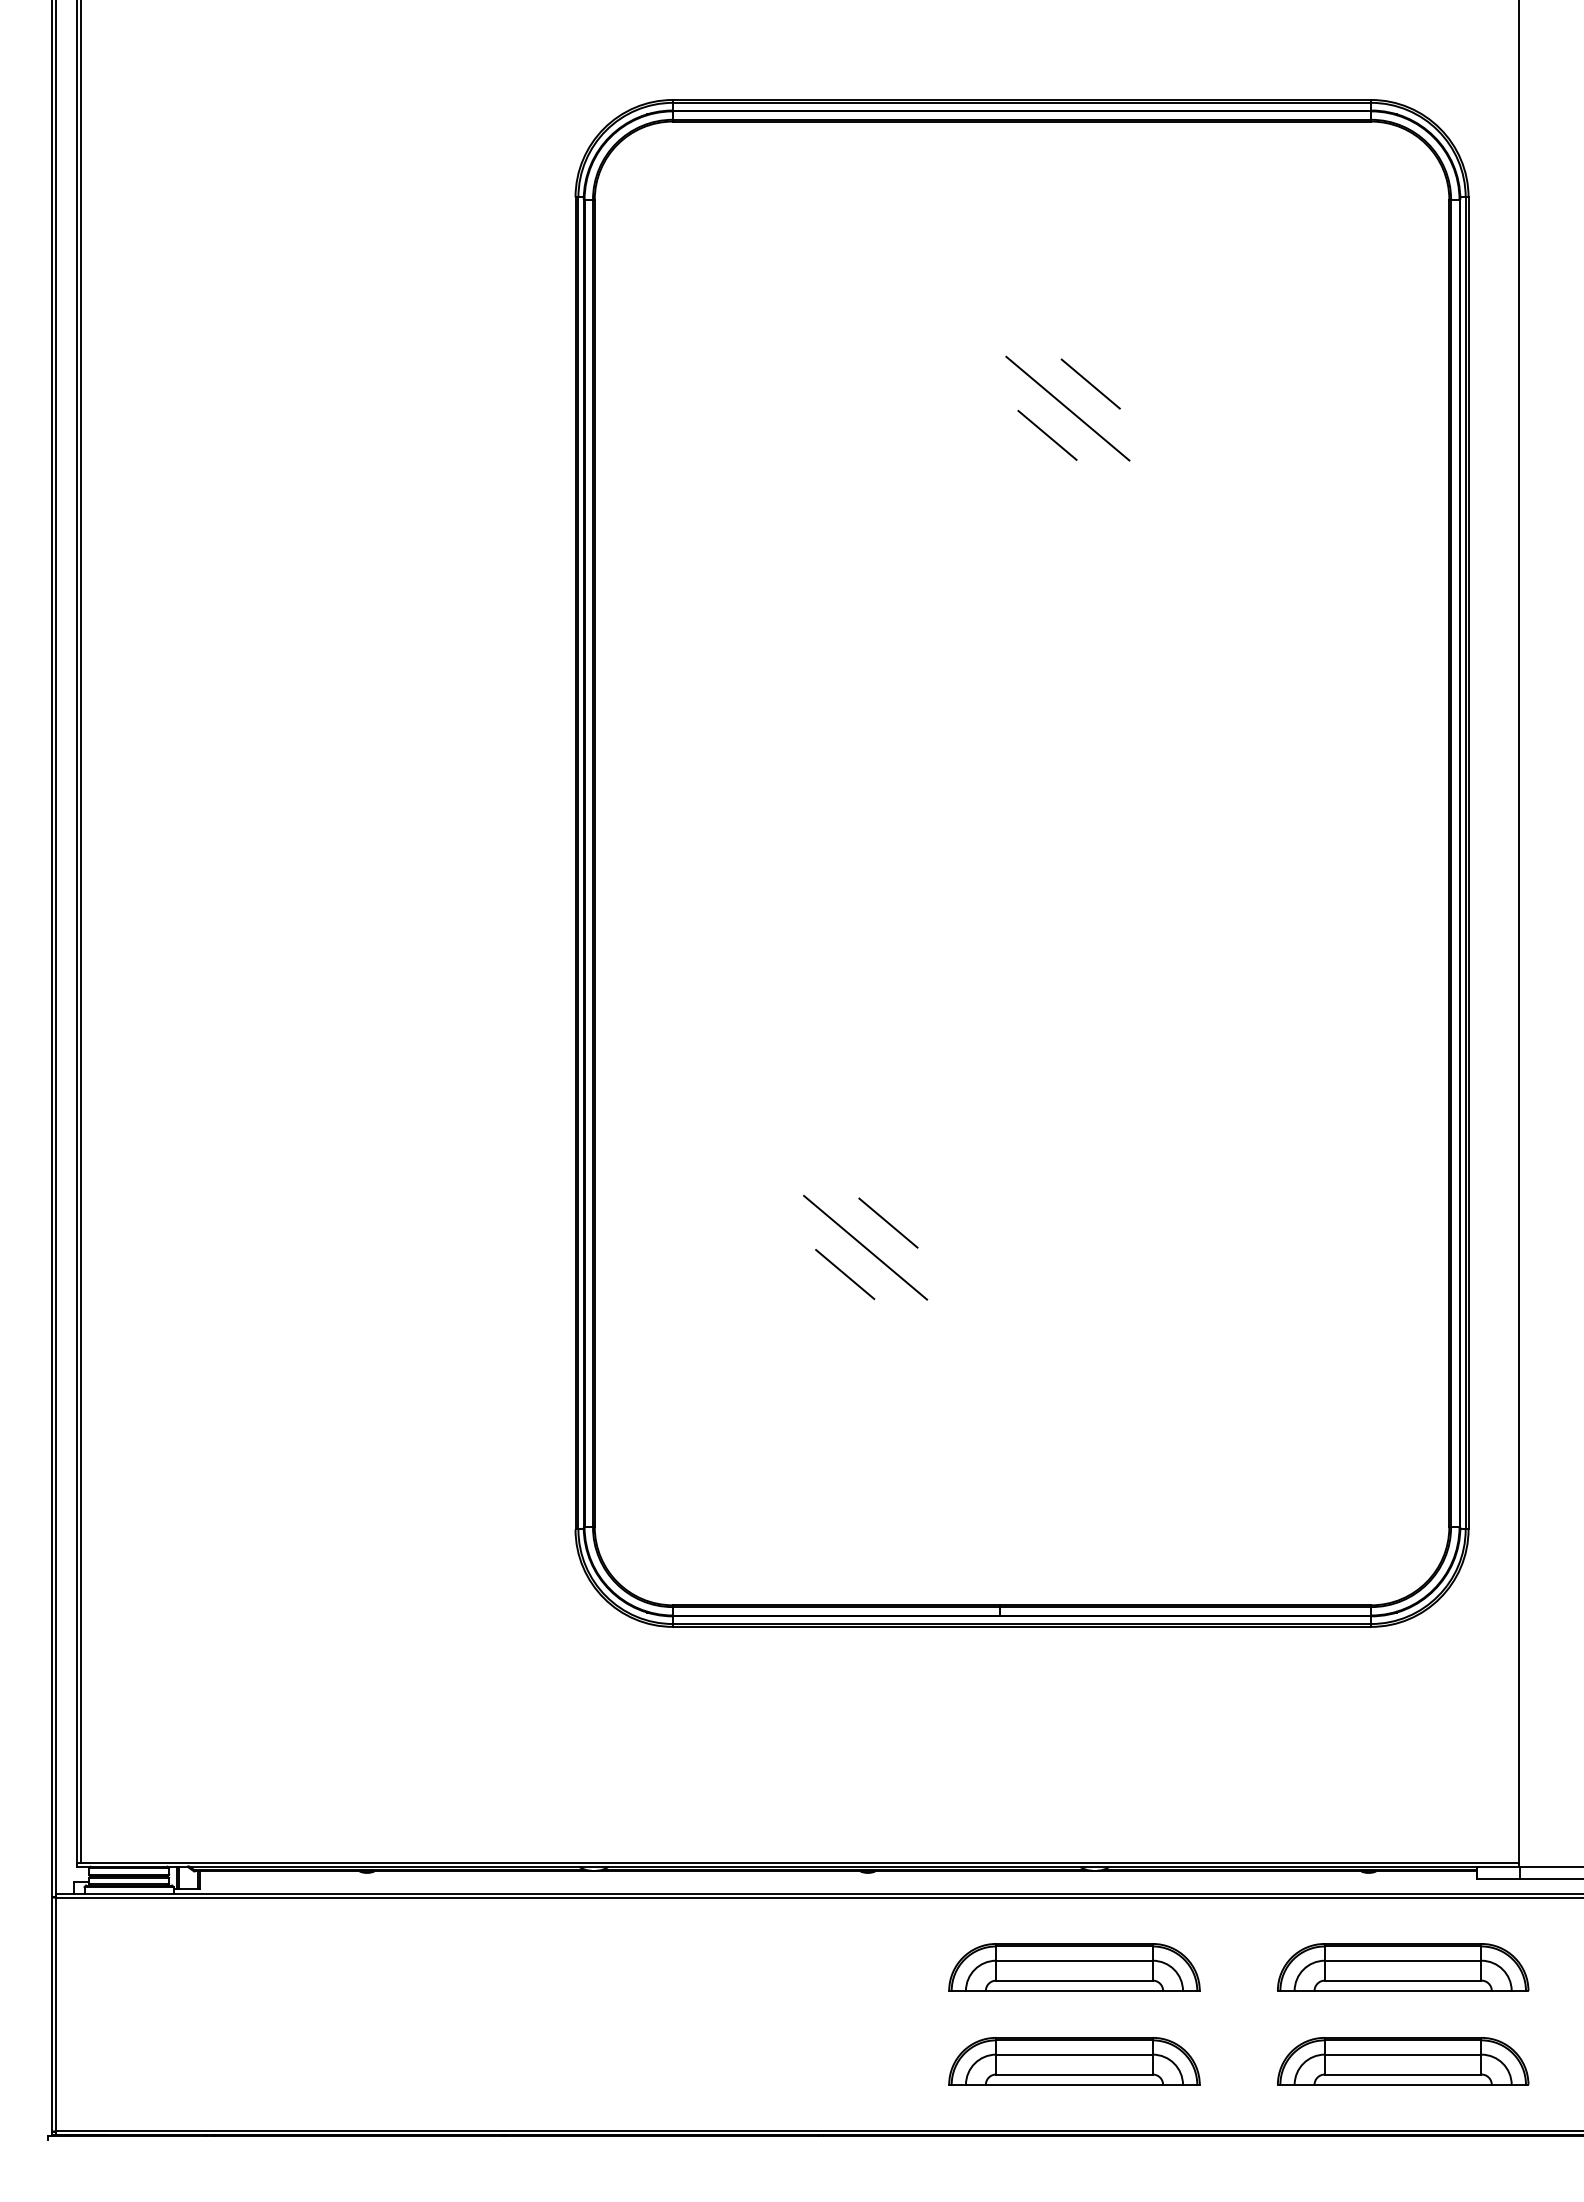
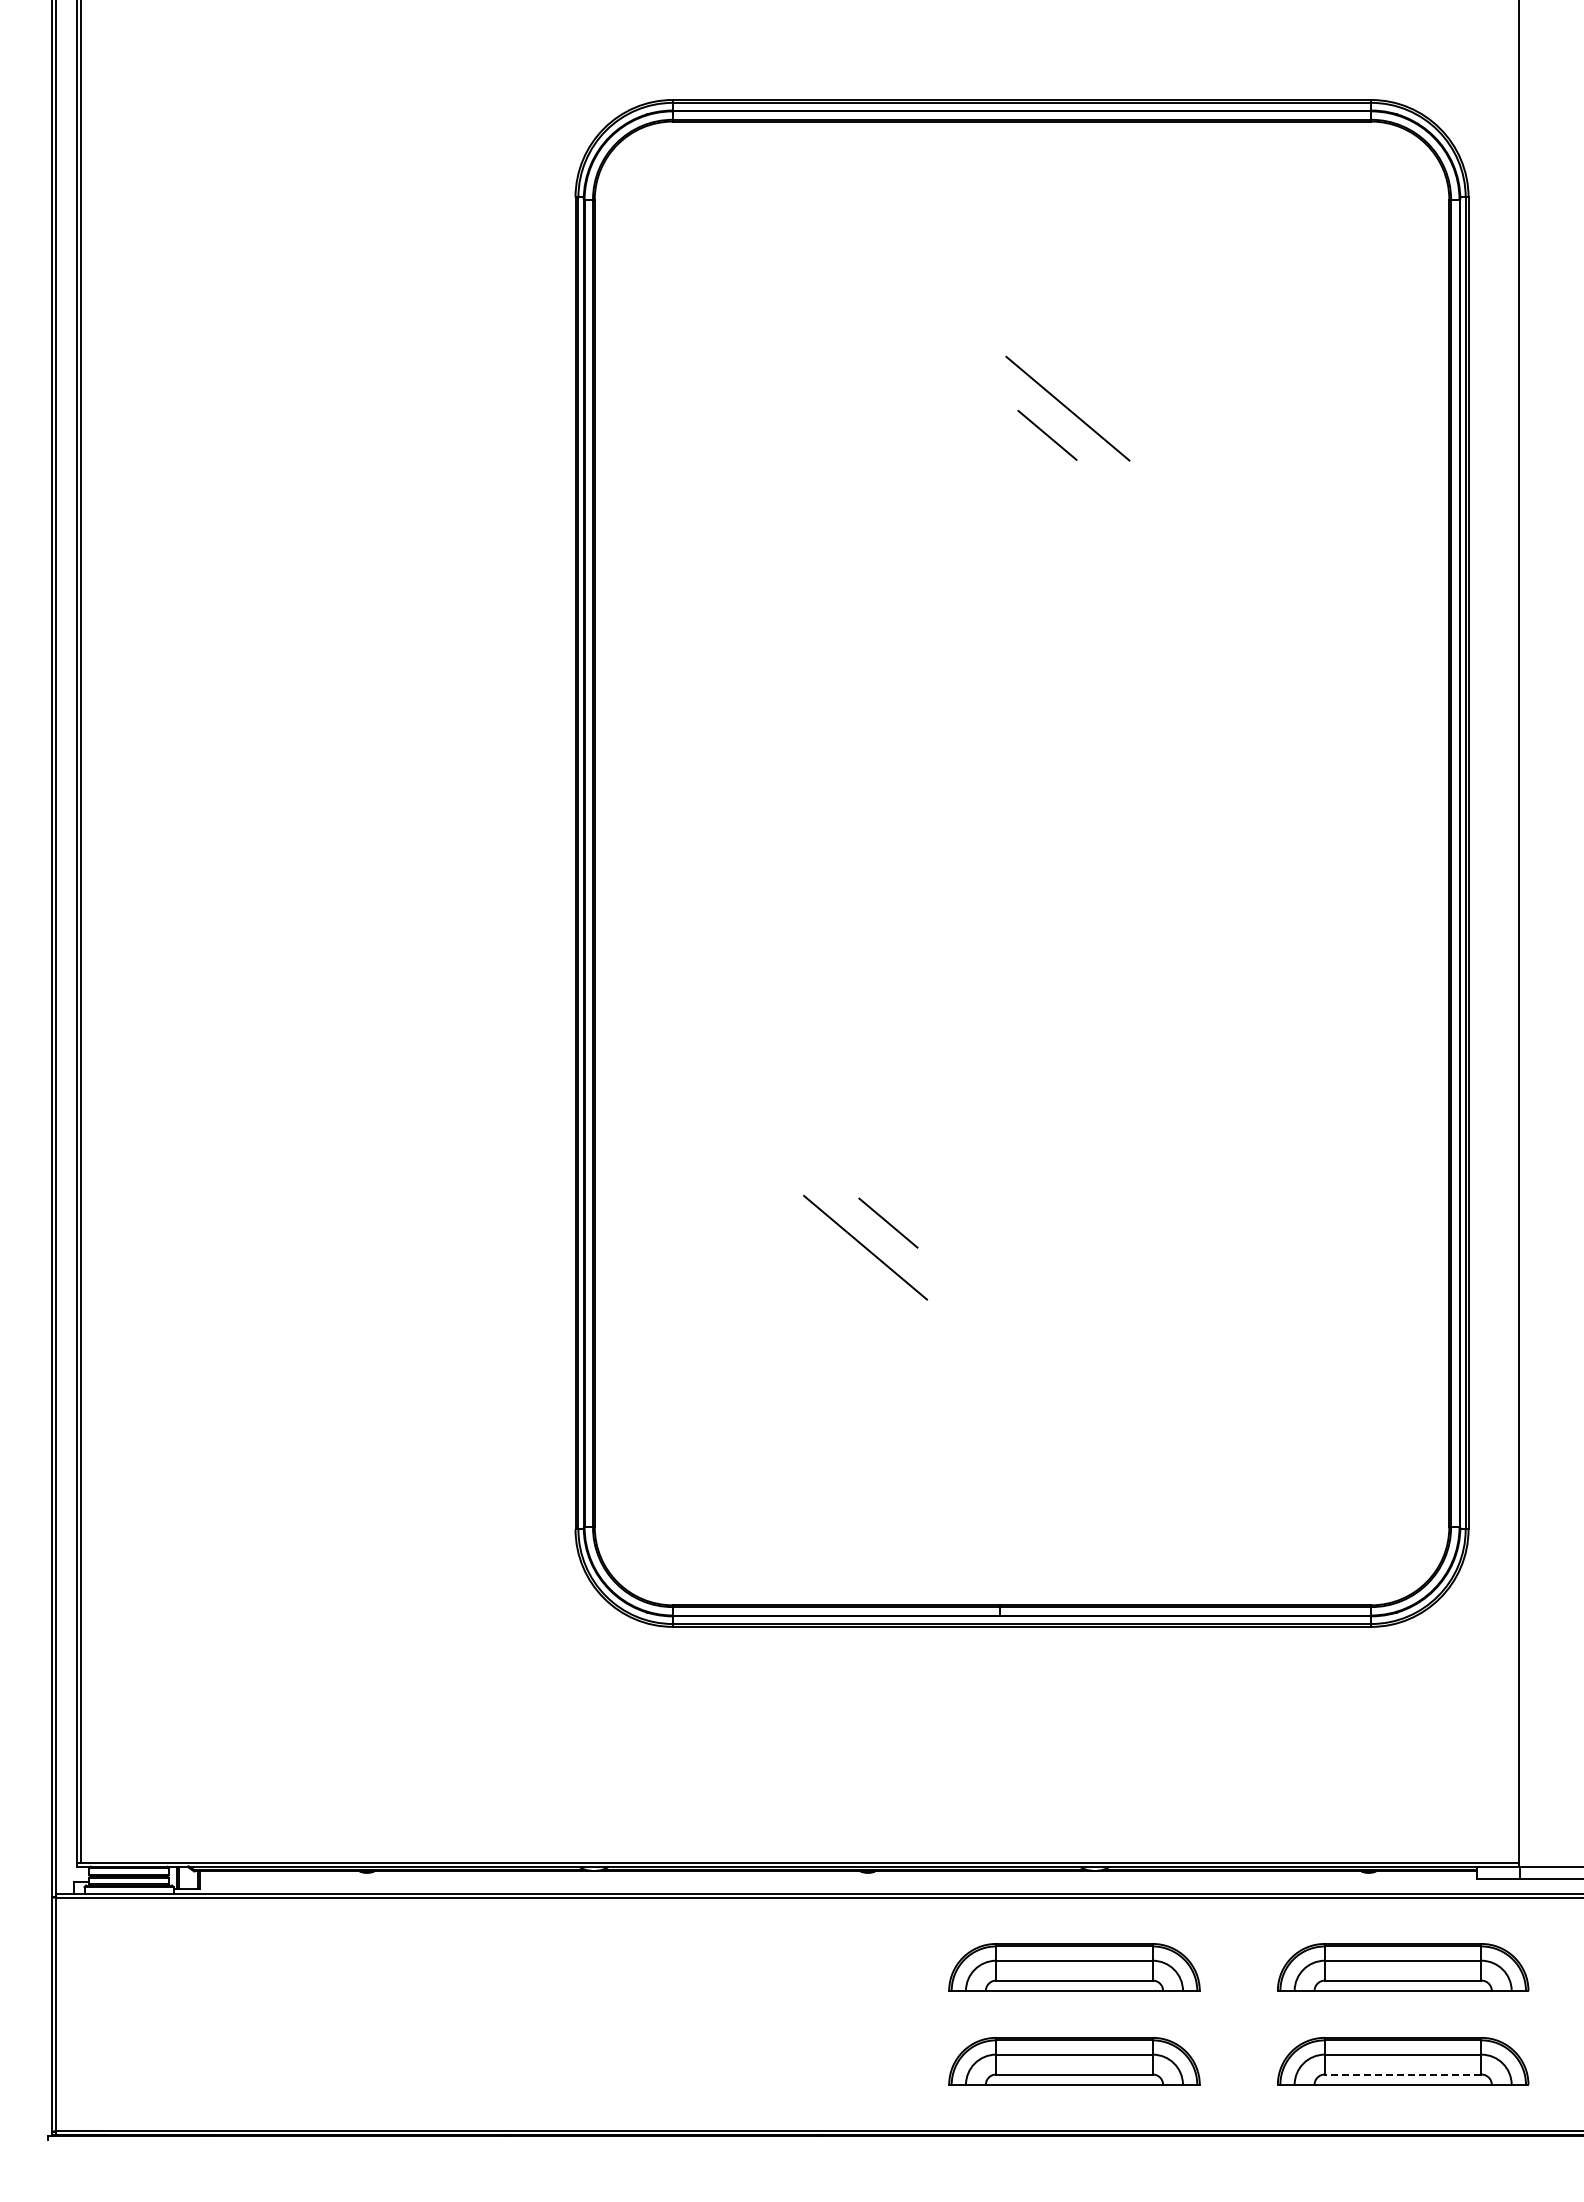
line at (1090, 383): present -> none
line at (845, 1274): present -> none
line at (1402, 2074): solid -> dashed
